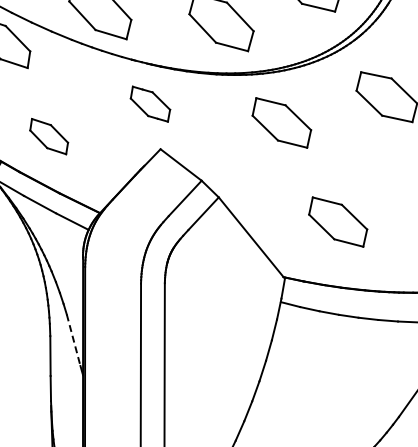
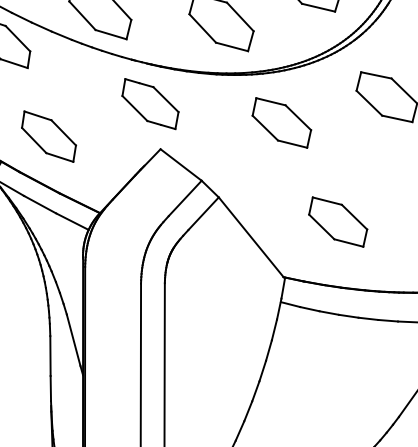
part at (150, 103) size: 43x38 px -> 59x53 px
part at (49, 136) size: 41x38 px -> 57x53 px
line at (73, 340): dashed -> solid
